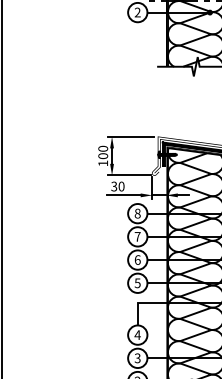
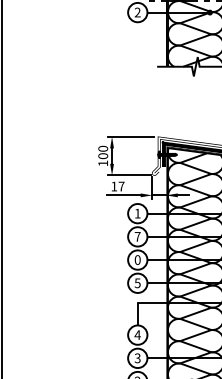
text at (117, 186): 30 -> 17
text at (137, 213): 8 -> 1
text at (137, 259): 6 -> 0
